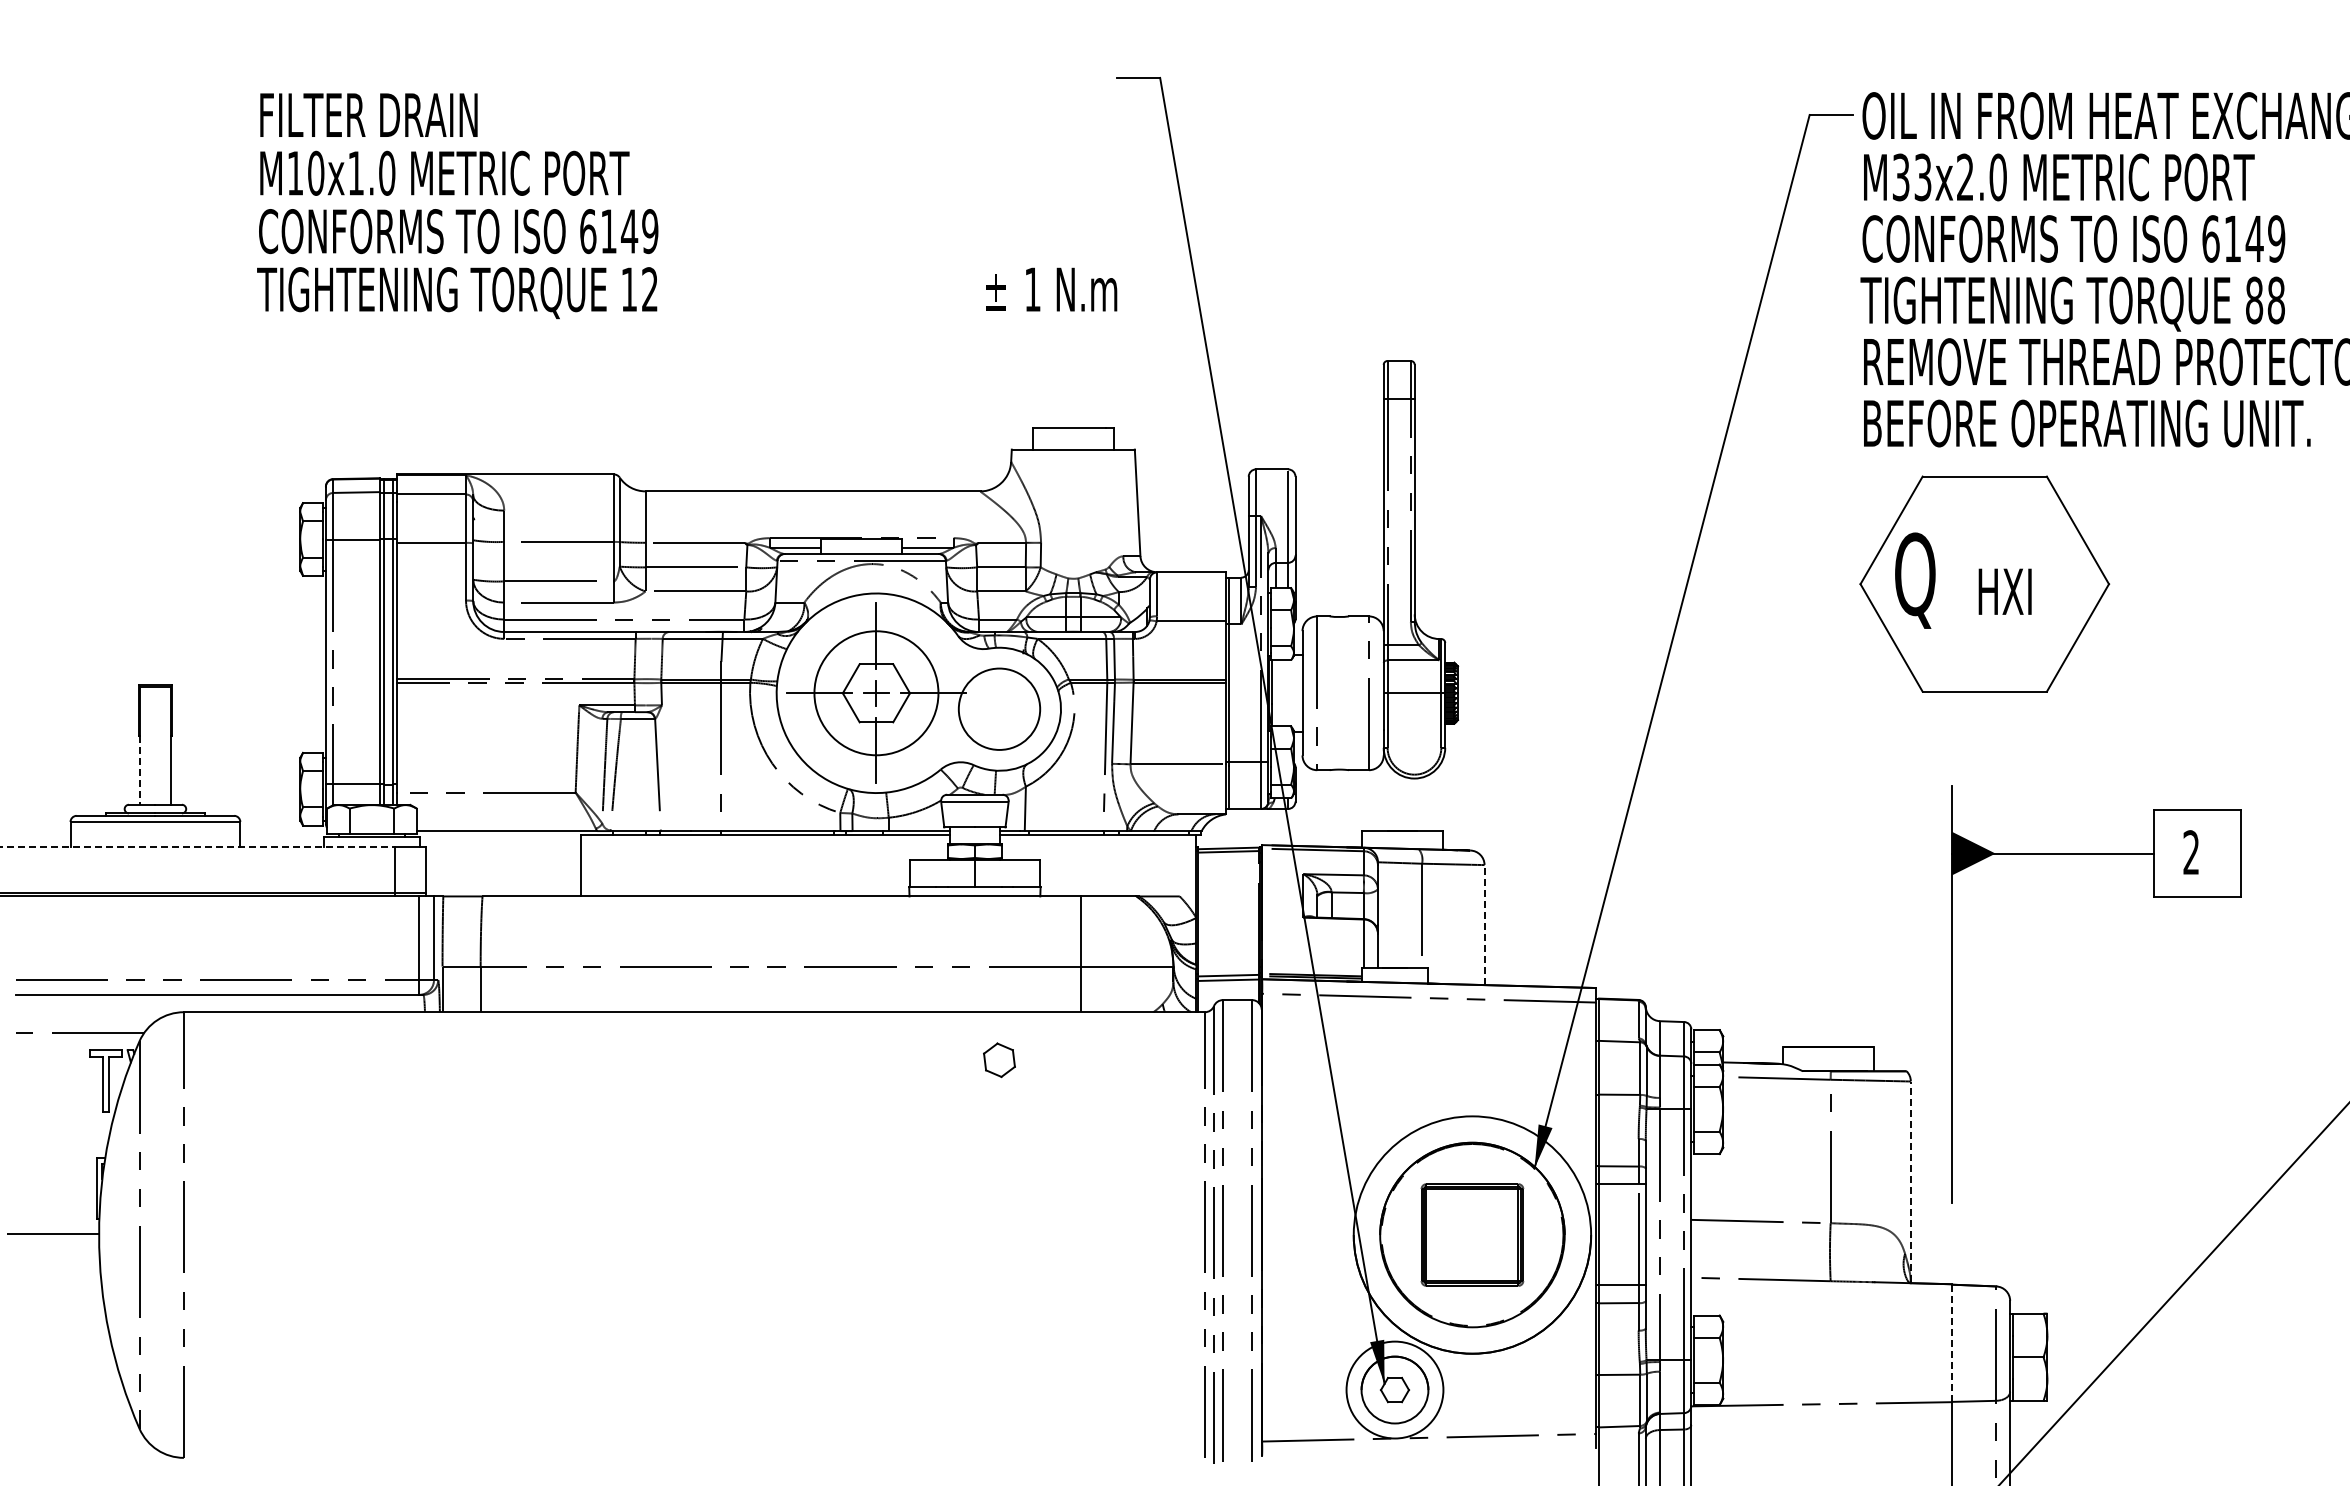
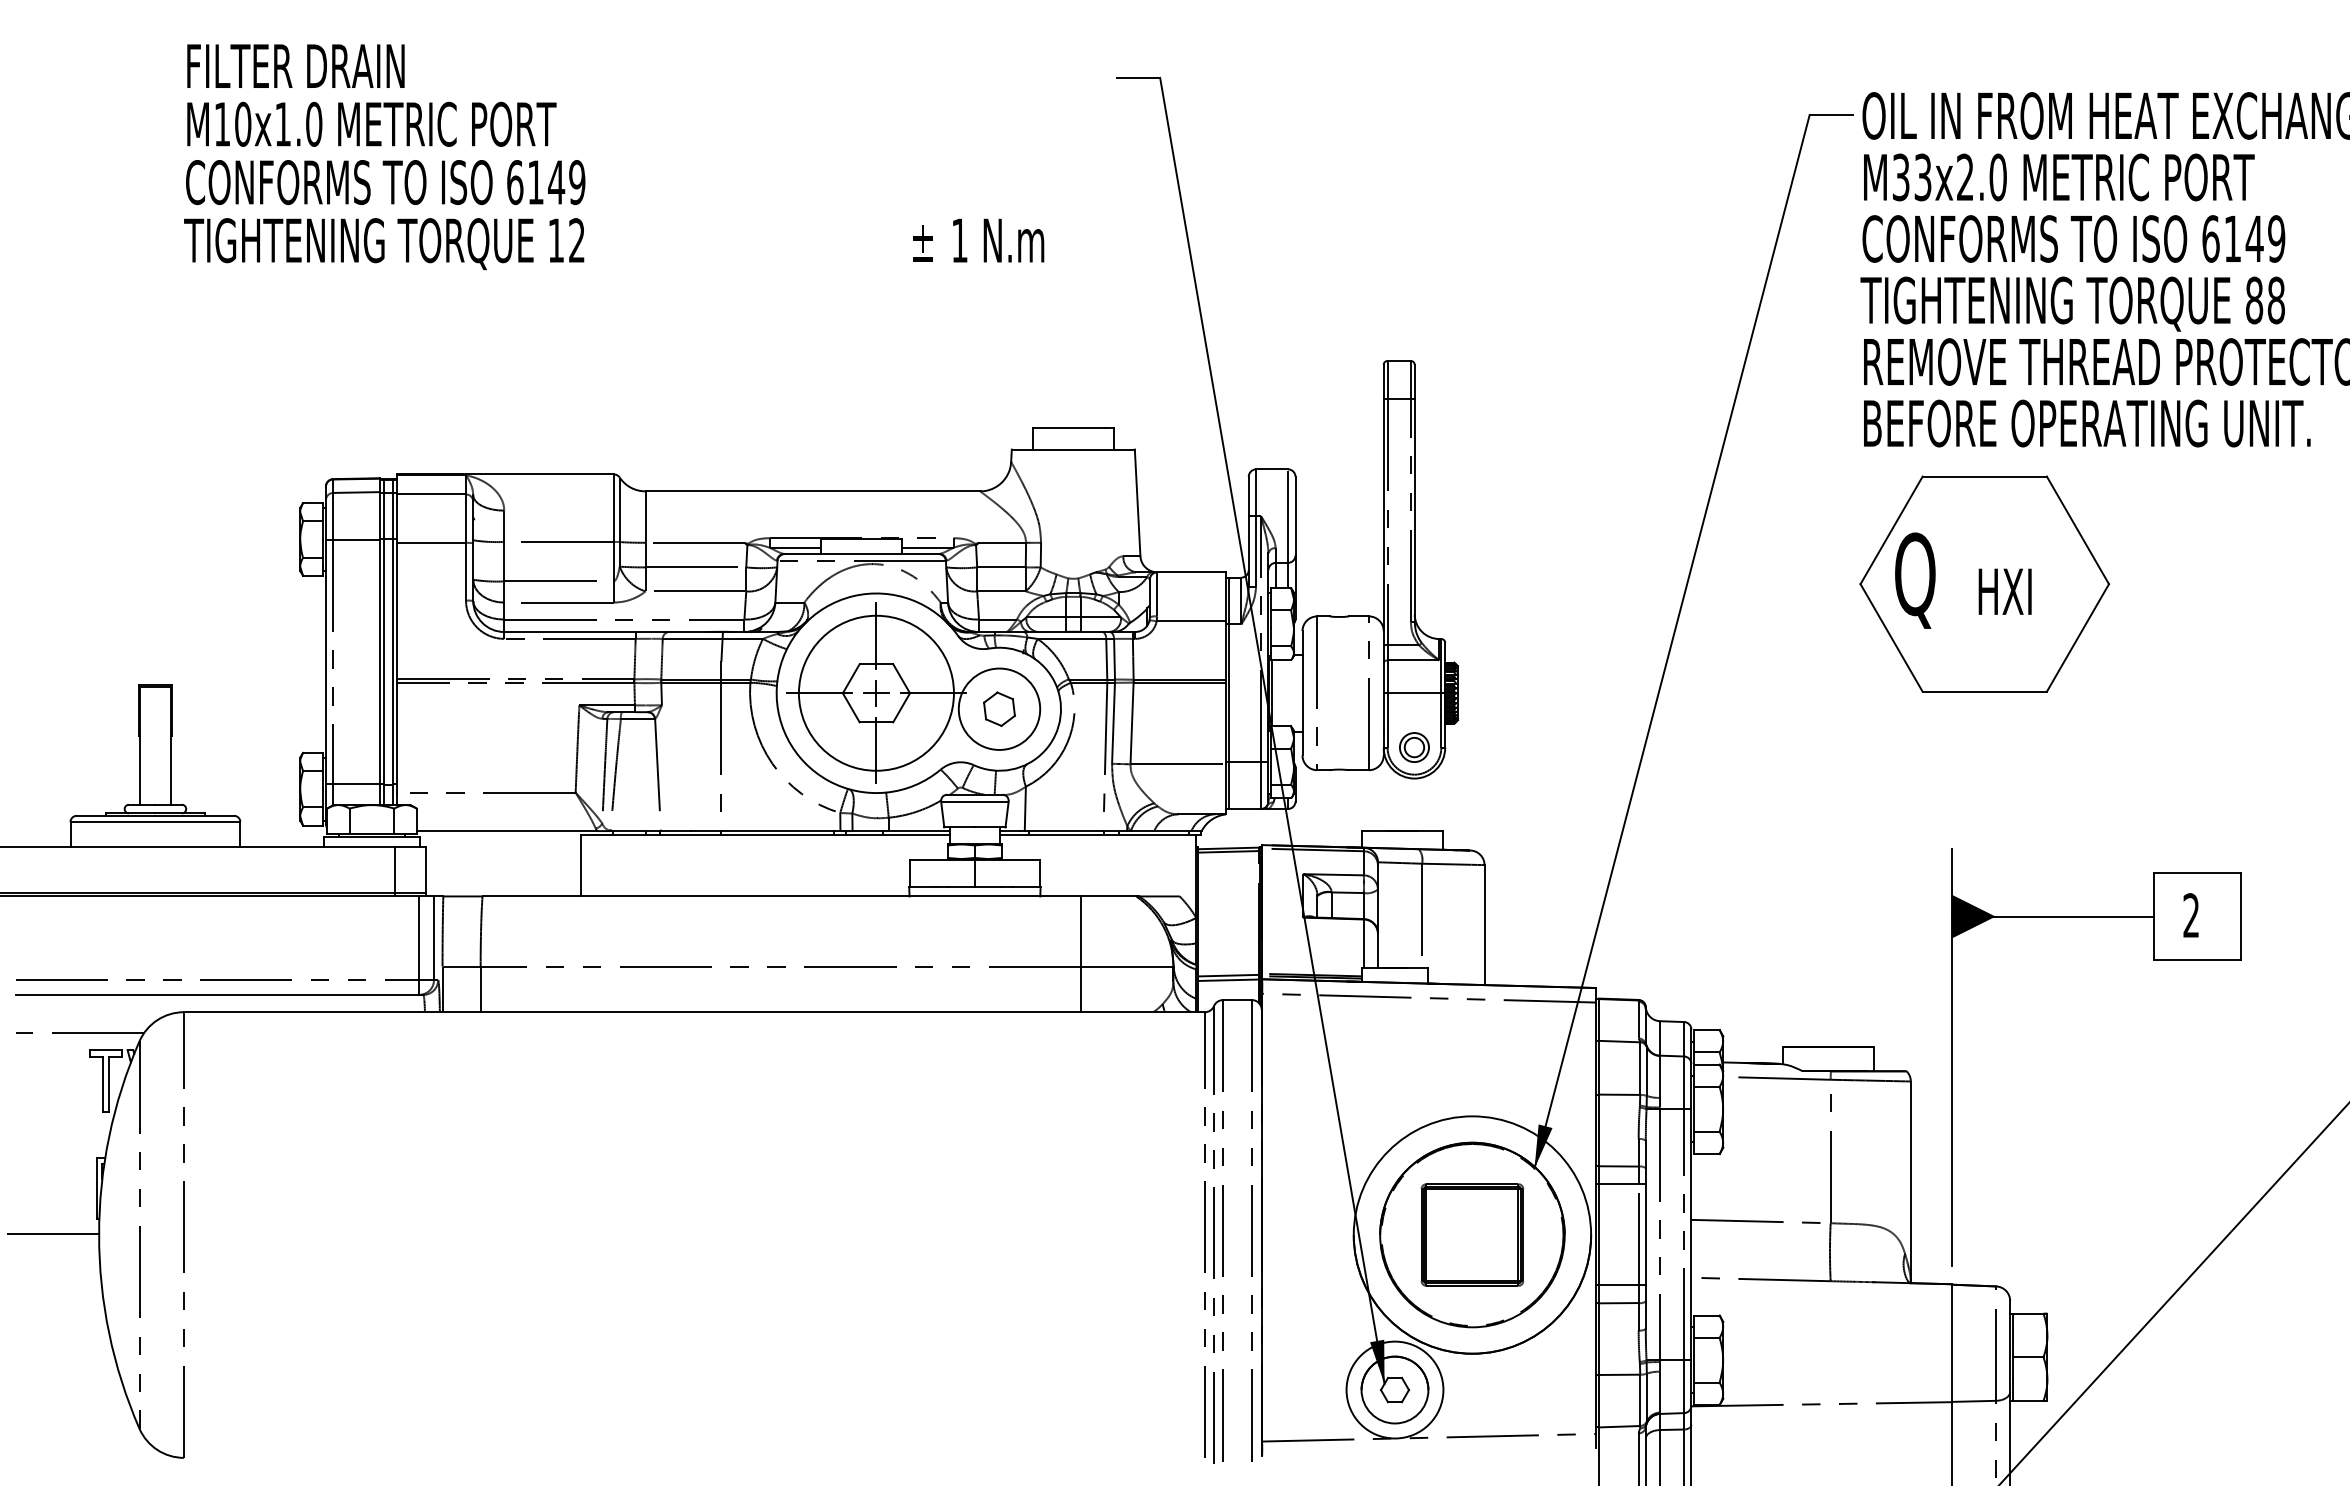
text at (687, 206) position: (687, 206) -> (614, 157)
circle at (876, 693) diameter: 124 px -> 155 px
part at (1414, 747): none -> present
line at (140, 770): dashed -> solid
line at (197, 846): dashed -> solid
part at (2153, 897) position: (2153, 897) -> (2153, 960)
line at (1484, 924): dashed -> solid
part at (999, 1059) position: (999, 1059) -> (999, 708)
line at (1910, 1181): dashed -> solid
line at (1952, 1343): dashed -> solid
